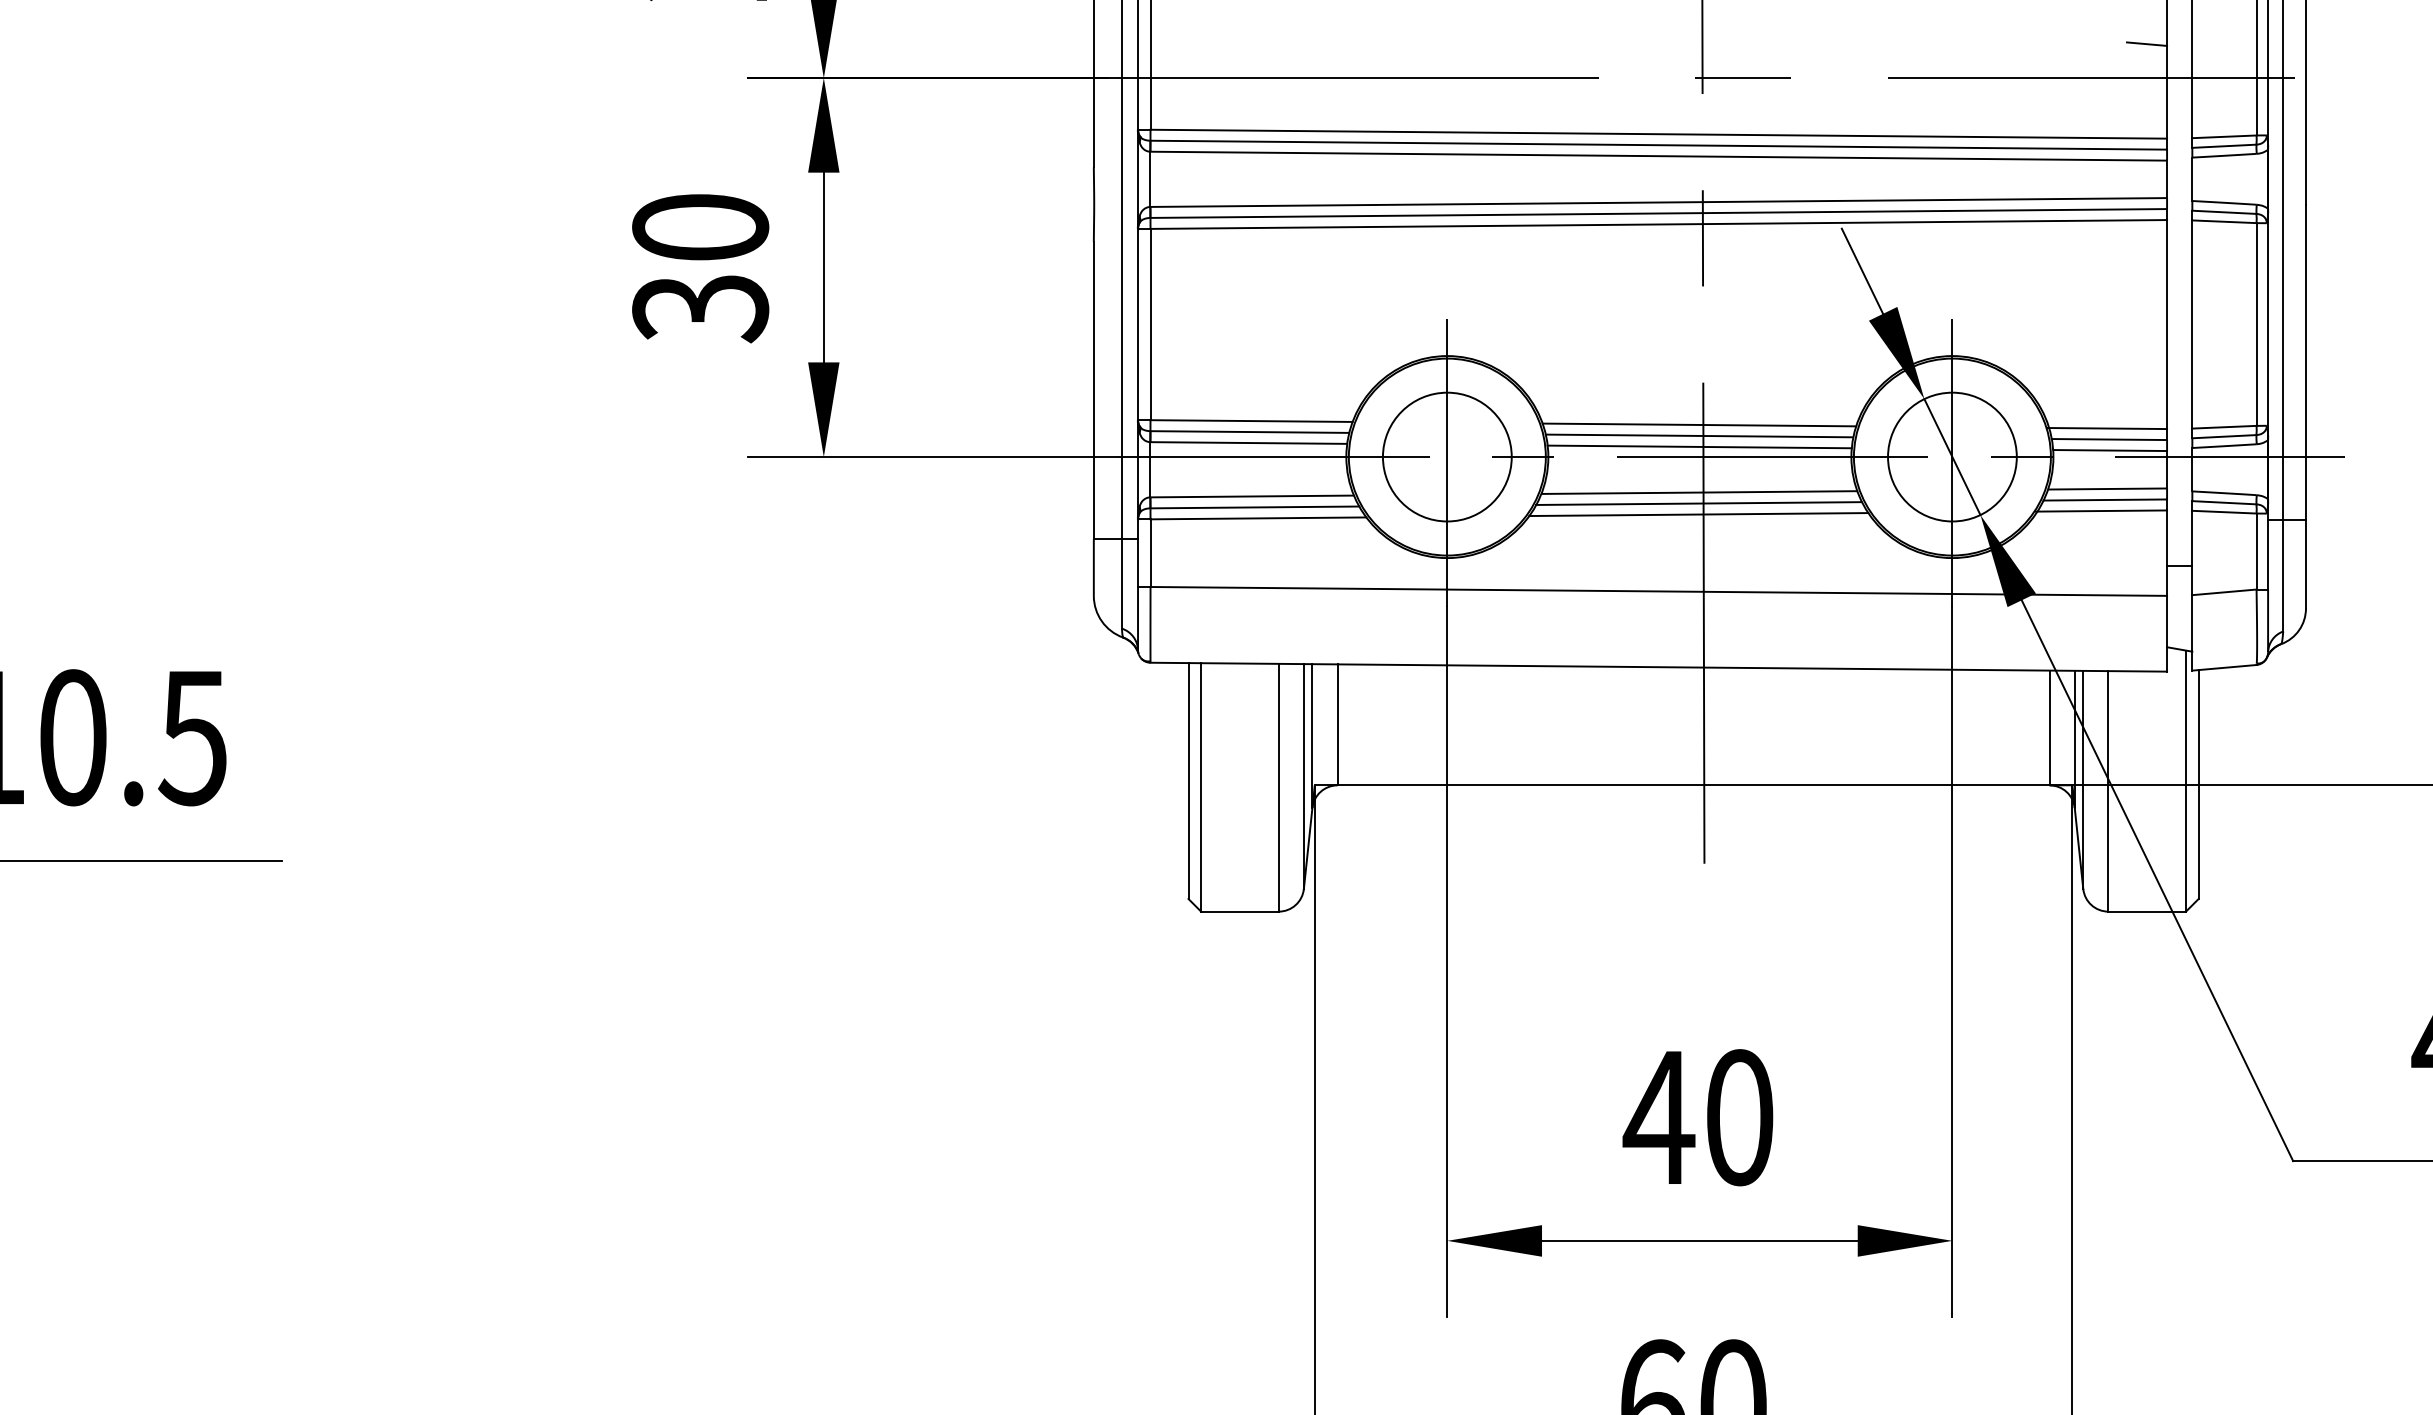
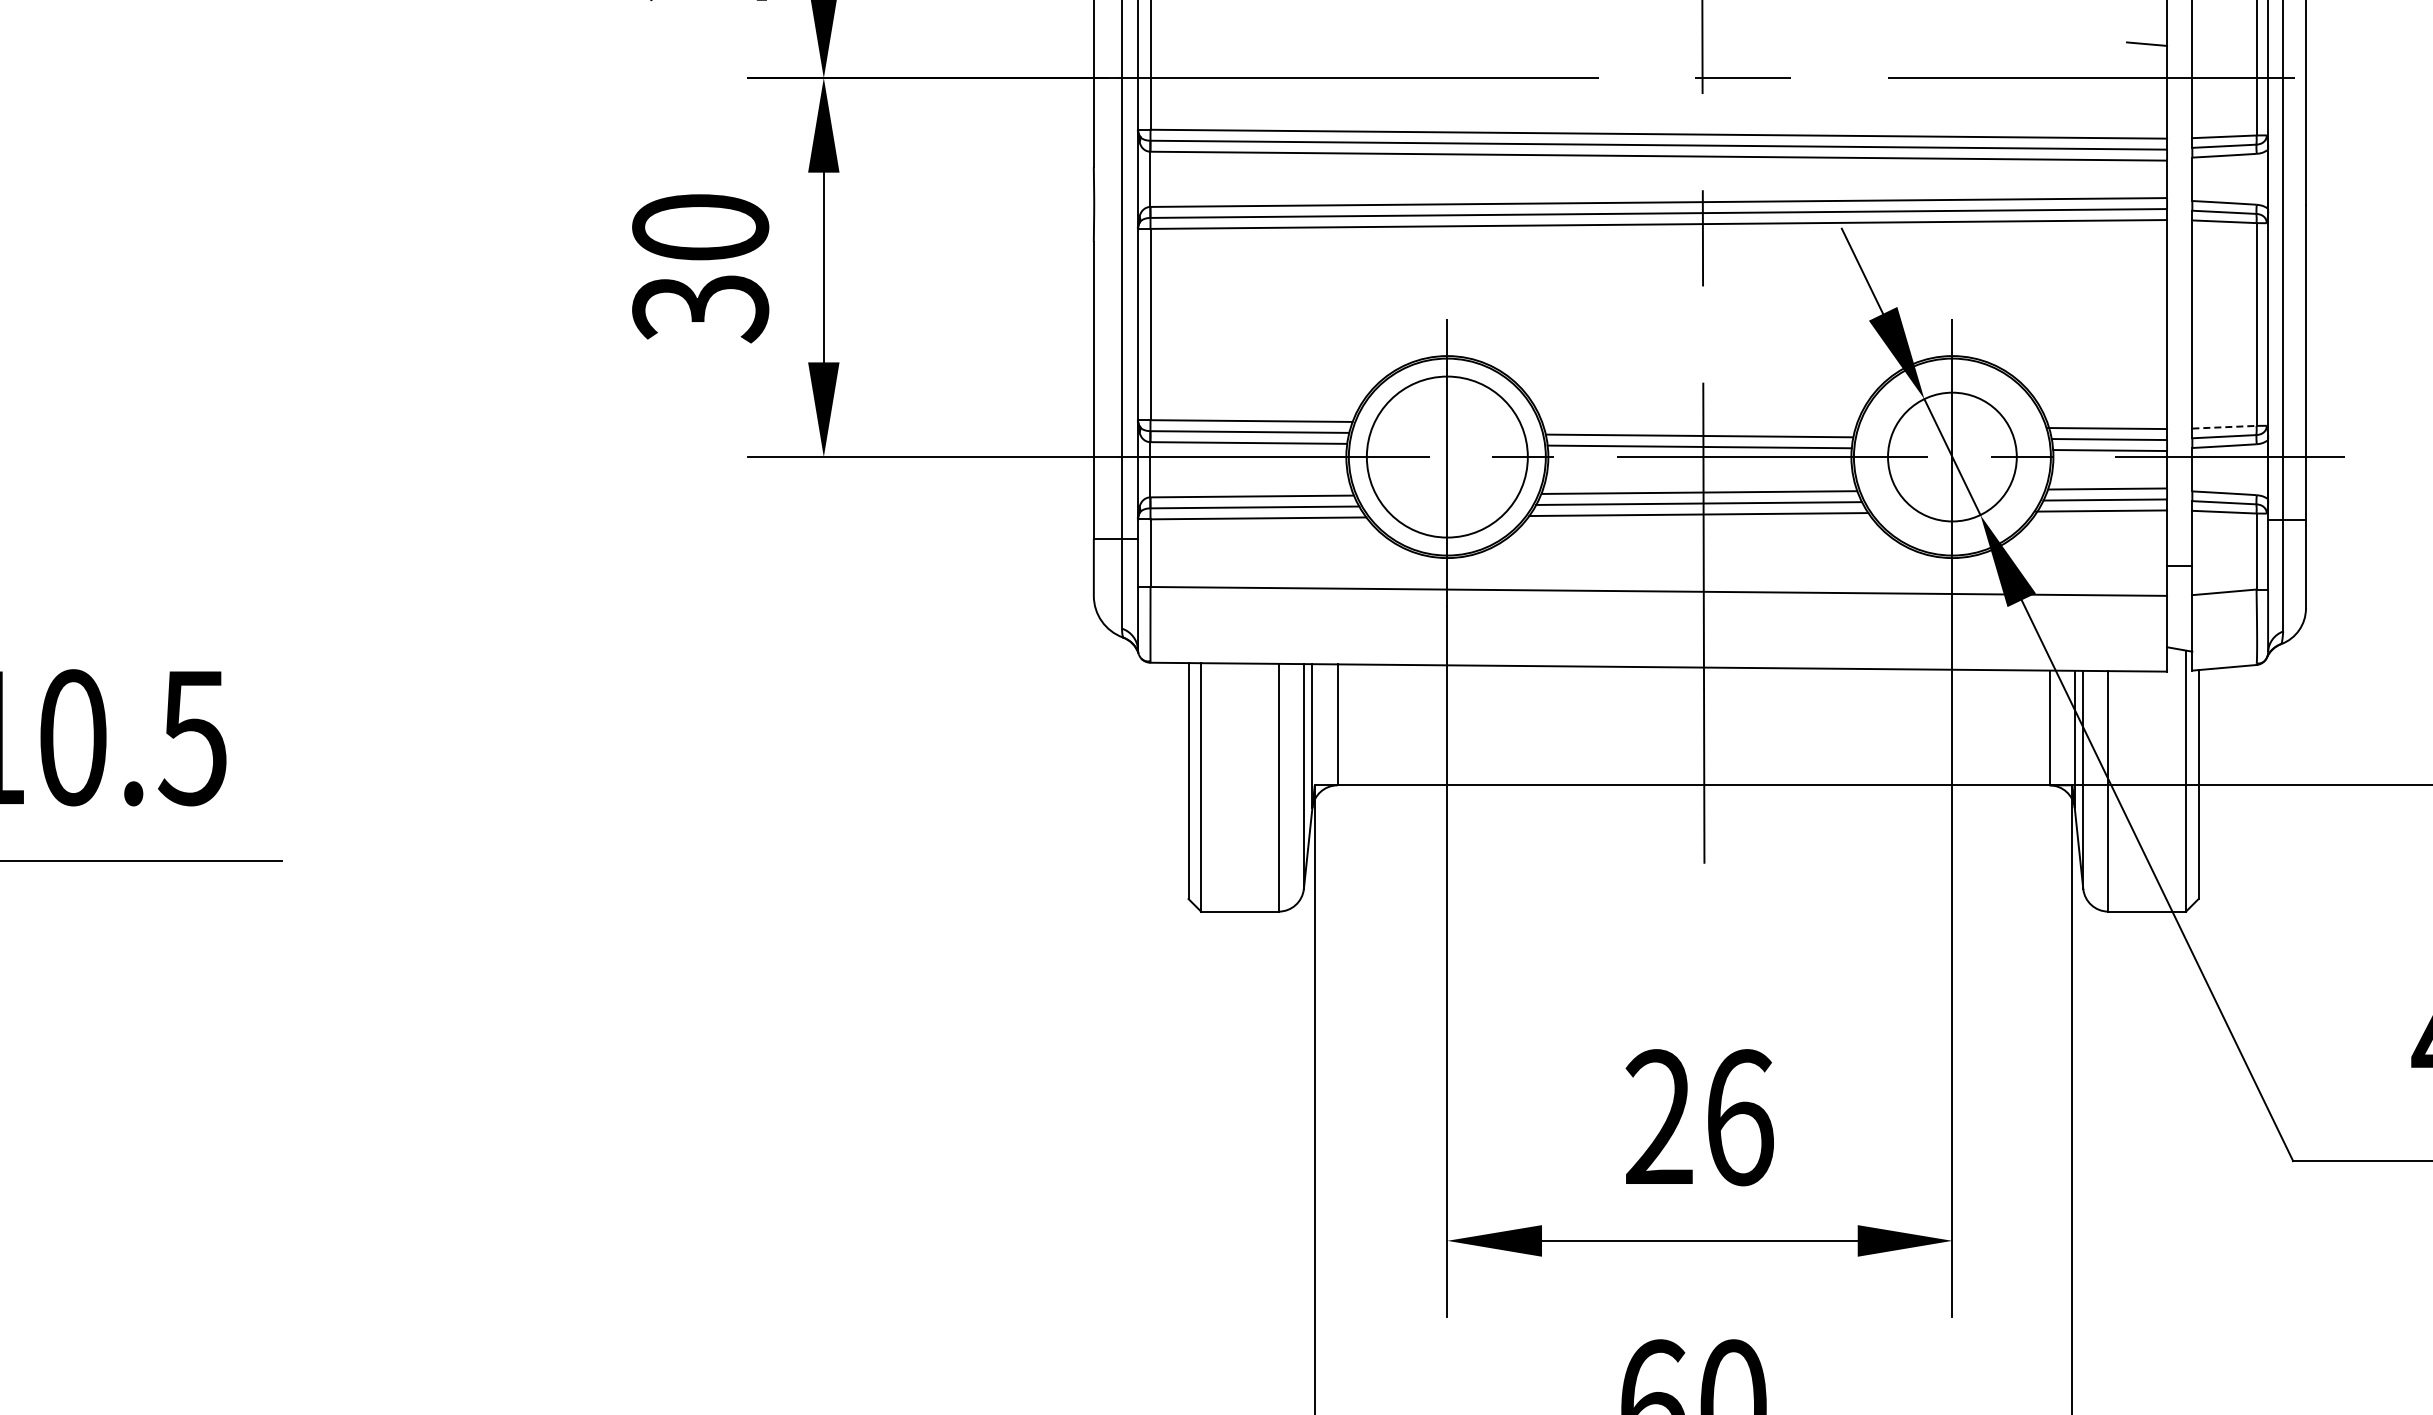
line at (1699, 424): present -> none
line at (2224, 427): solid -> dashed
circle at (1446, 456) diameter: 129 px -> 161 px
text at (1697, 1117): 40 -> 26
